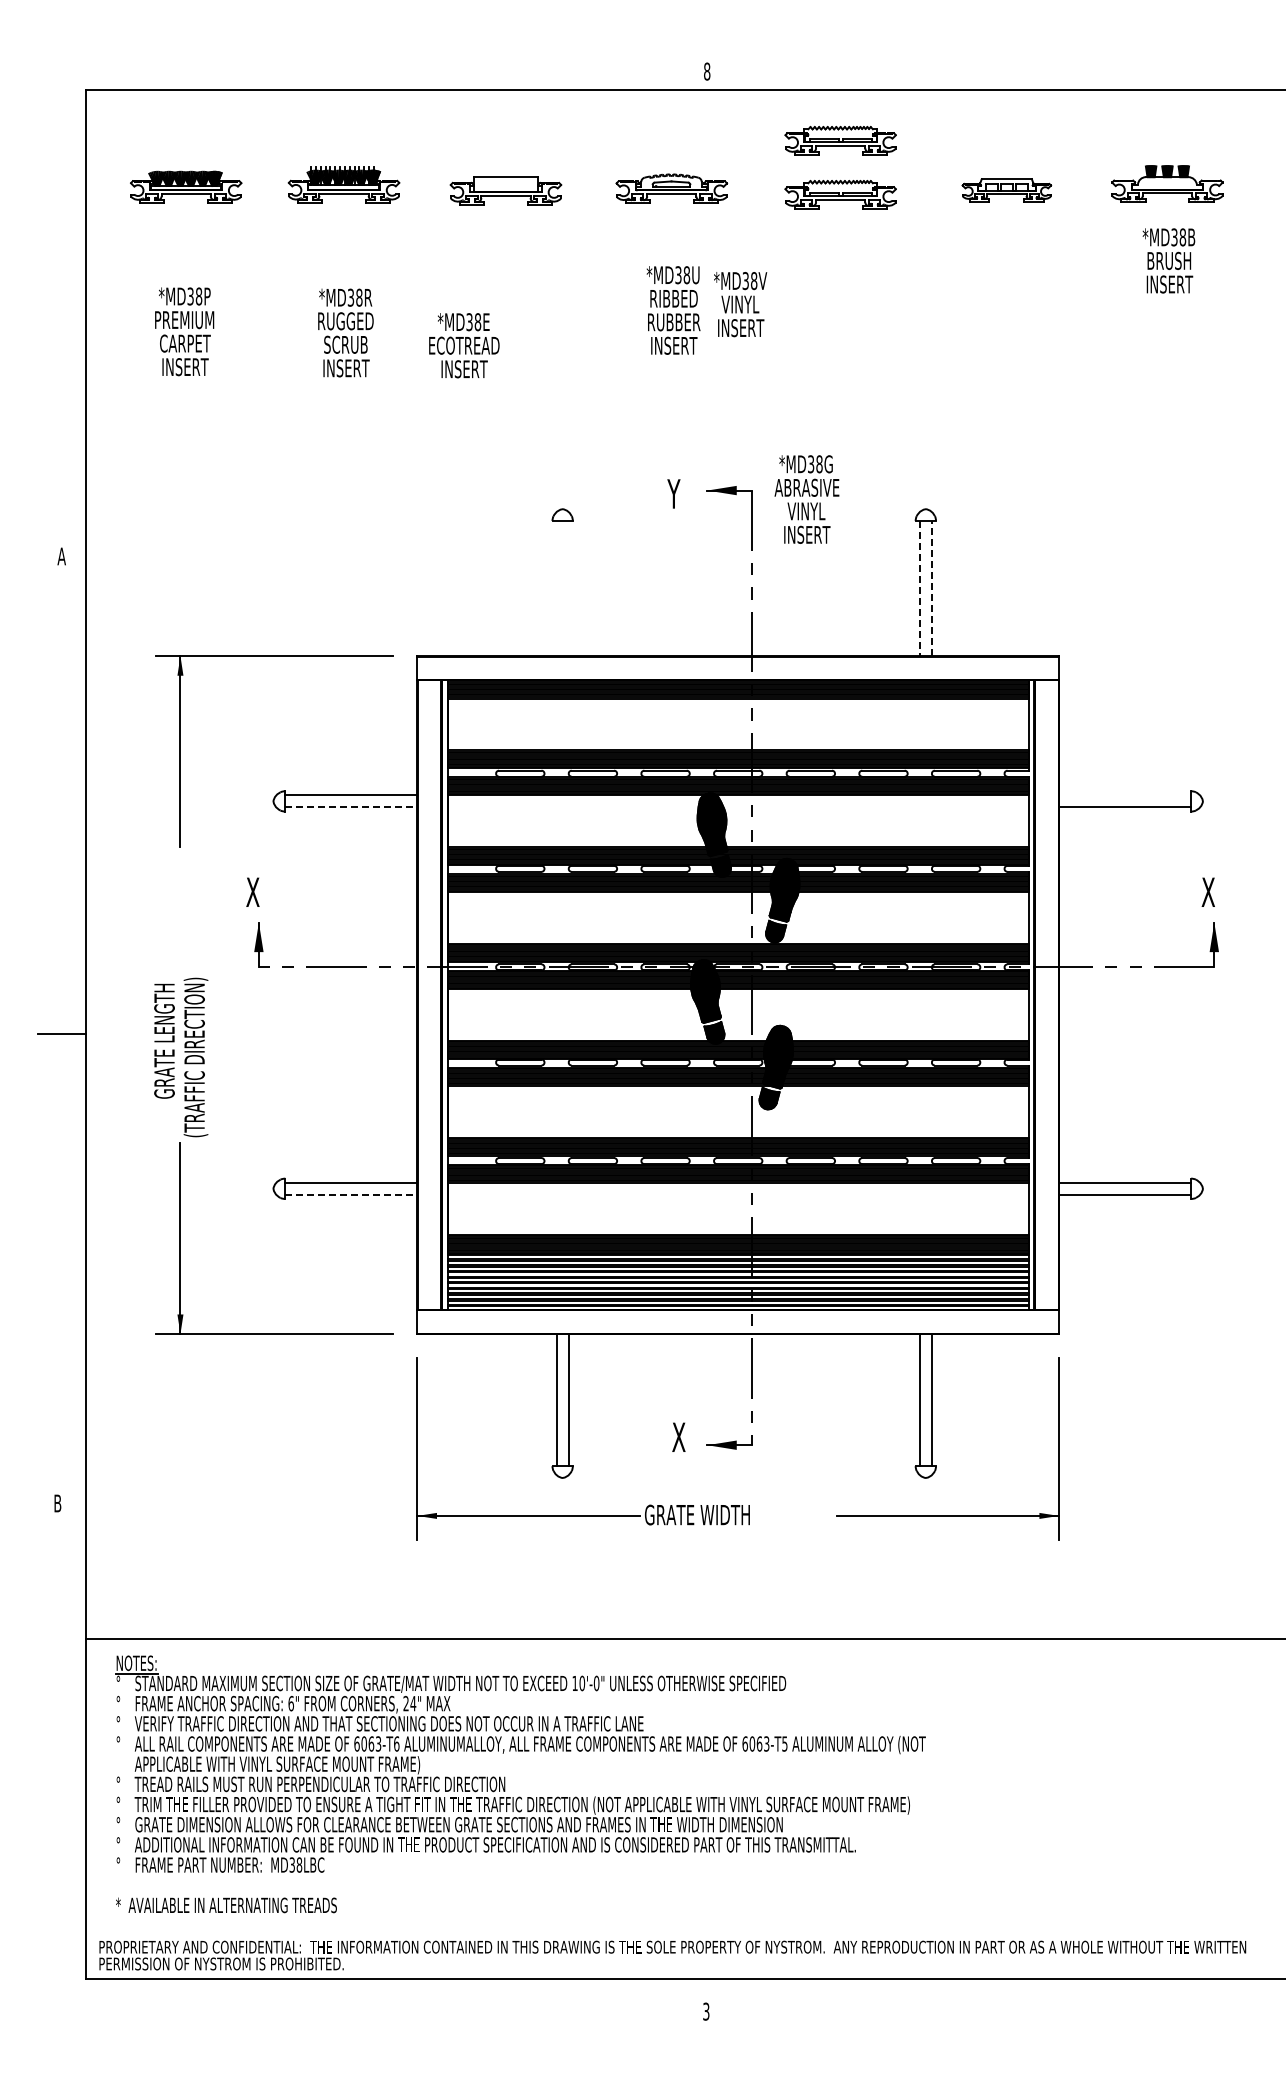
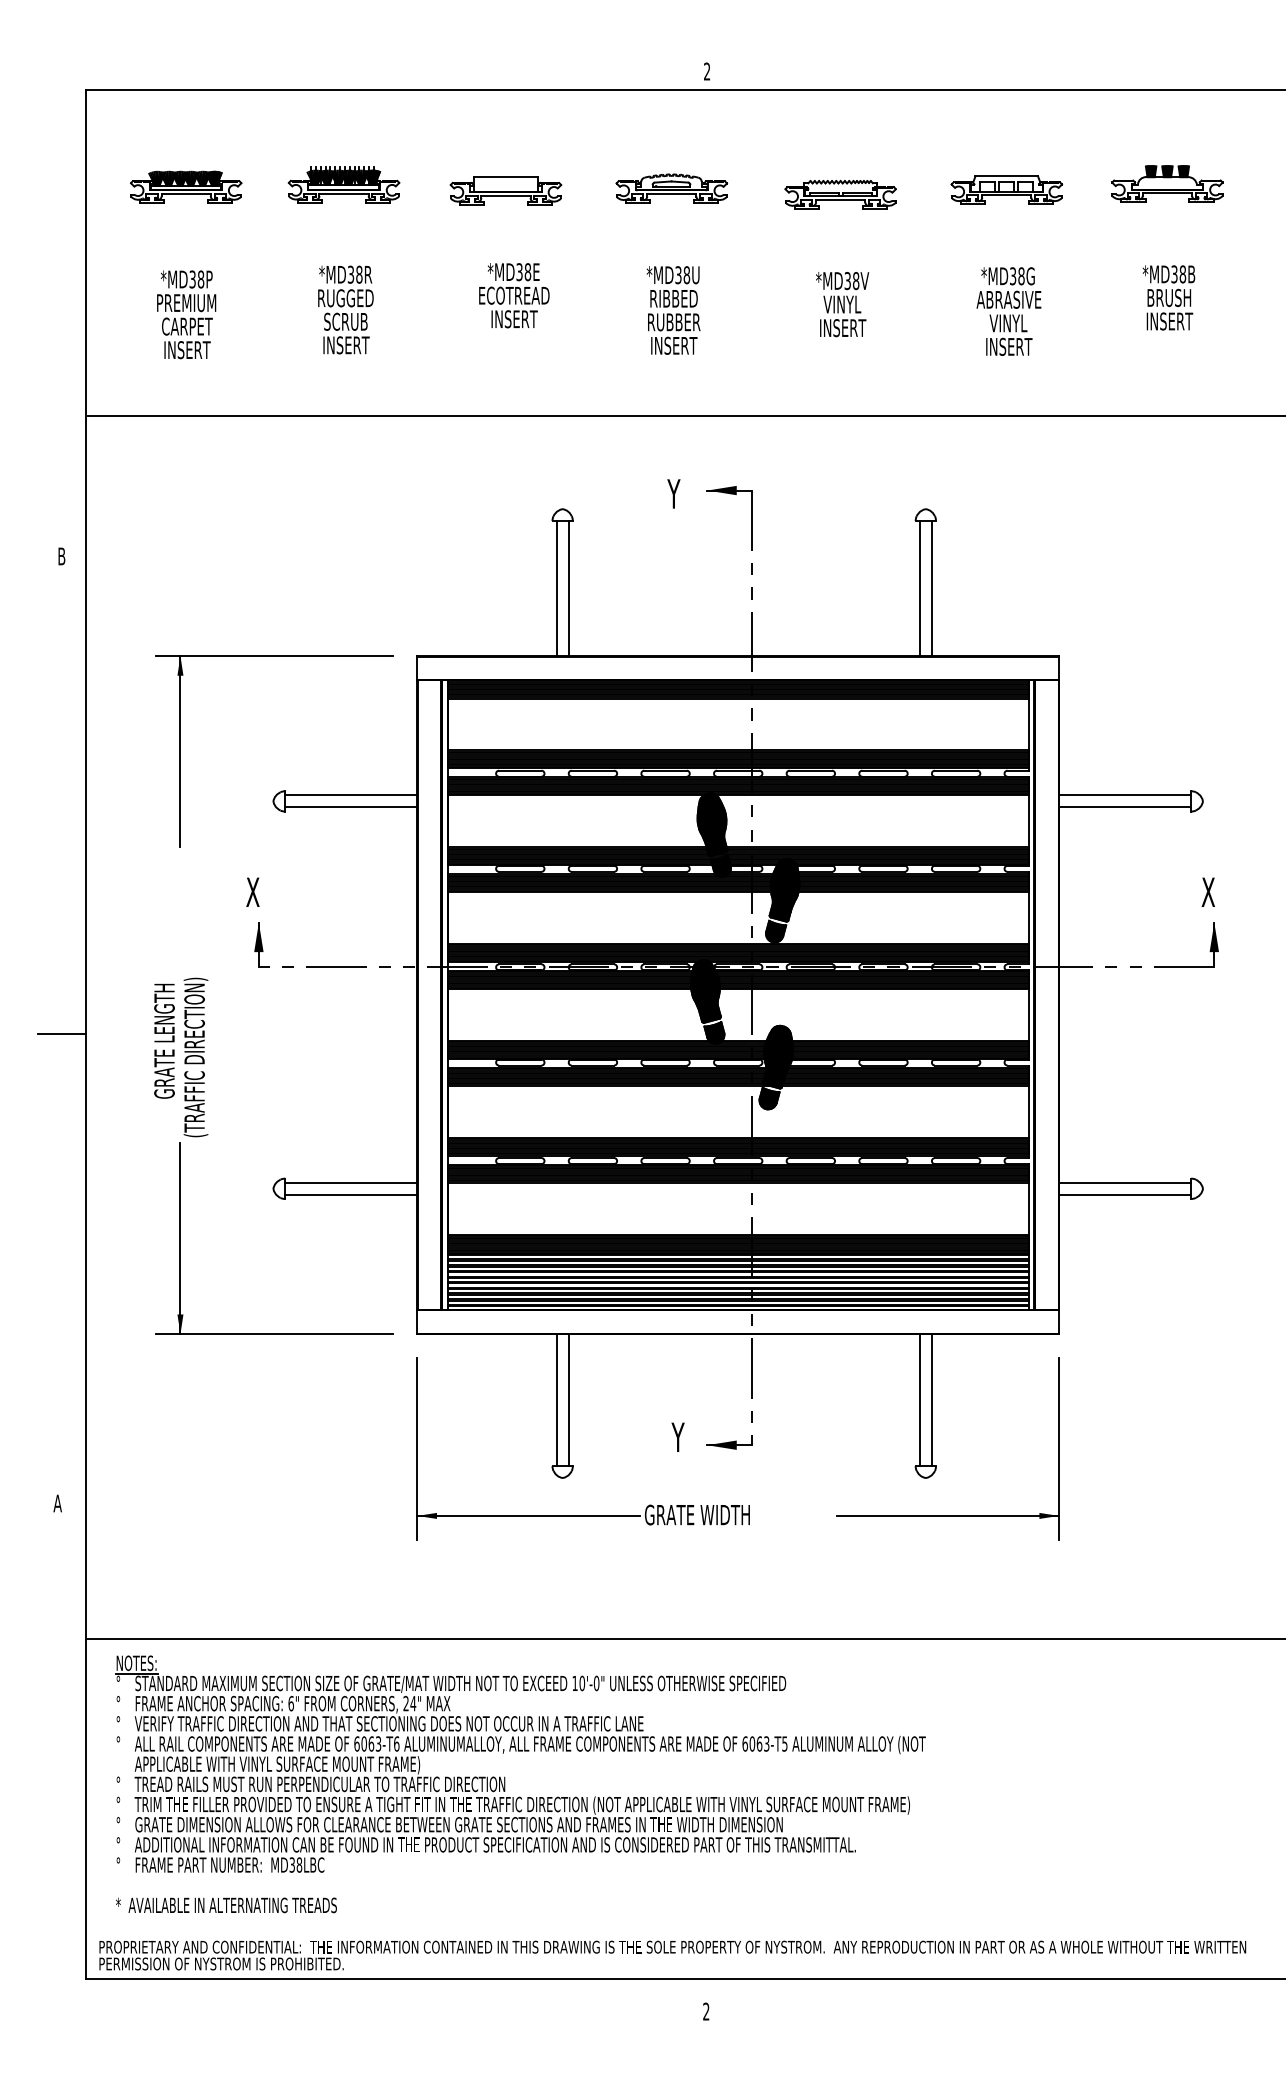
text at (707, 71): 8 -> 2
part at (840, 140): present -> none
part at (1006, 190) size: 92x25 px -> 114x30 px
text at (1168, 260) position: (1168, 260) -> (1168, 297)
text at (740, 304) position: (740, 304) -> (842, 304)
text at (184, 331) position: (184, 331) -> (186, 314)
text at (345, 332) position: (345, 332) -> (345, 309)
text at (464, 345) position: (464, 345) -> (514, 295)
line at (685, 415): none -> present
text at (806, 499) position: (806, 499) -> (1008, 311)
text at (61, 556): A -> B
line at (556, 588): none -> present
line at (568, 588): none -> present
line at (919, 588): dashed -> solid
line at (931, 588): dashed -> solid
line at (1125, 795): none -> present
line at (351, 807): dashed -> solid
line at (351, 1194): dashed -> solid
text at (678, 1436): X -> Y
text at (57, 1503): B -> A
text at (706, 2011): 3 -> 2
